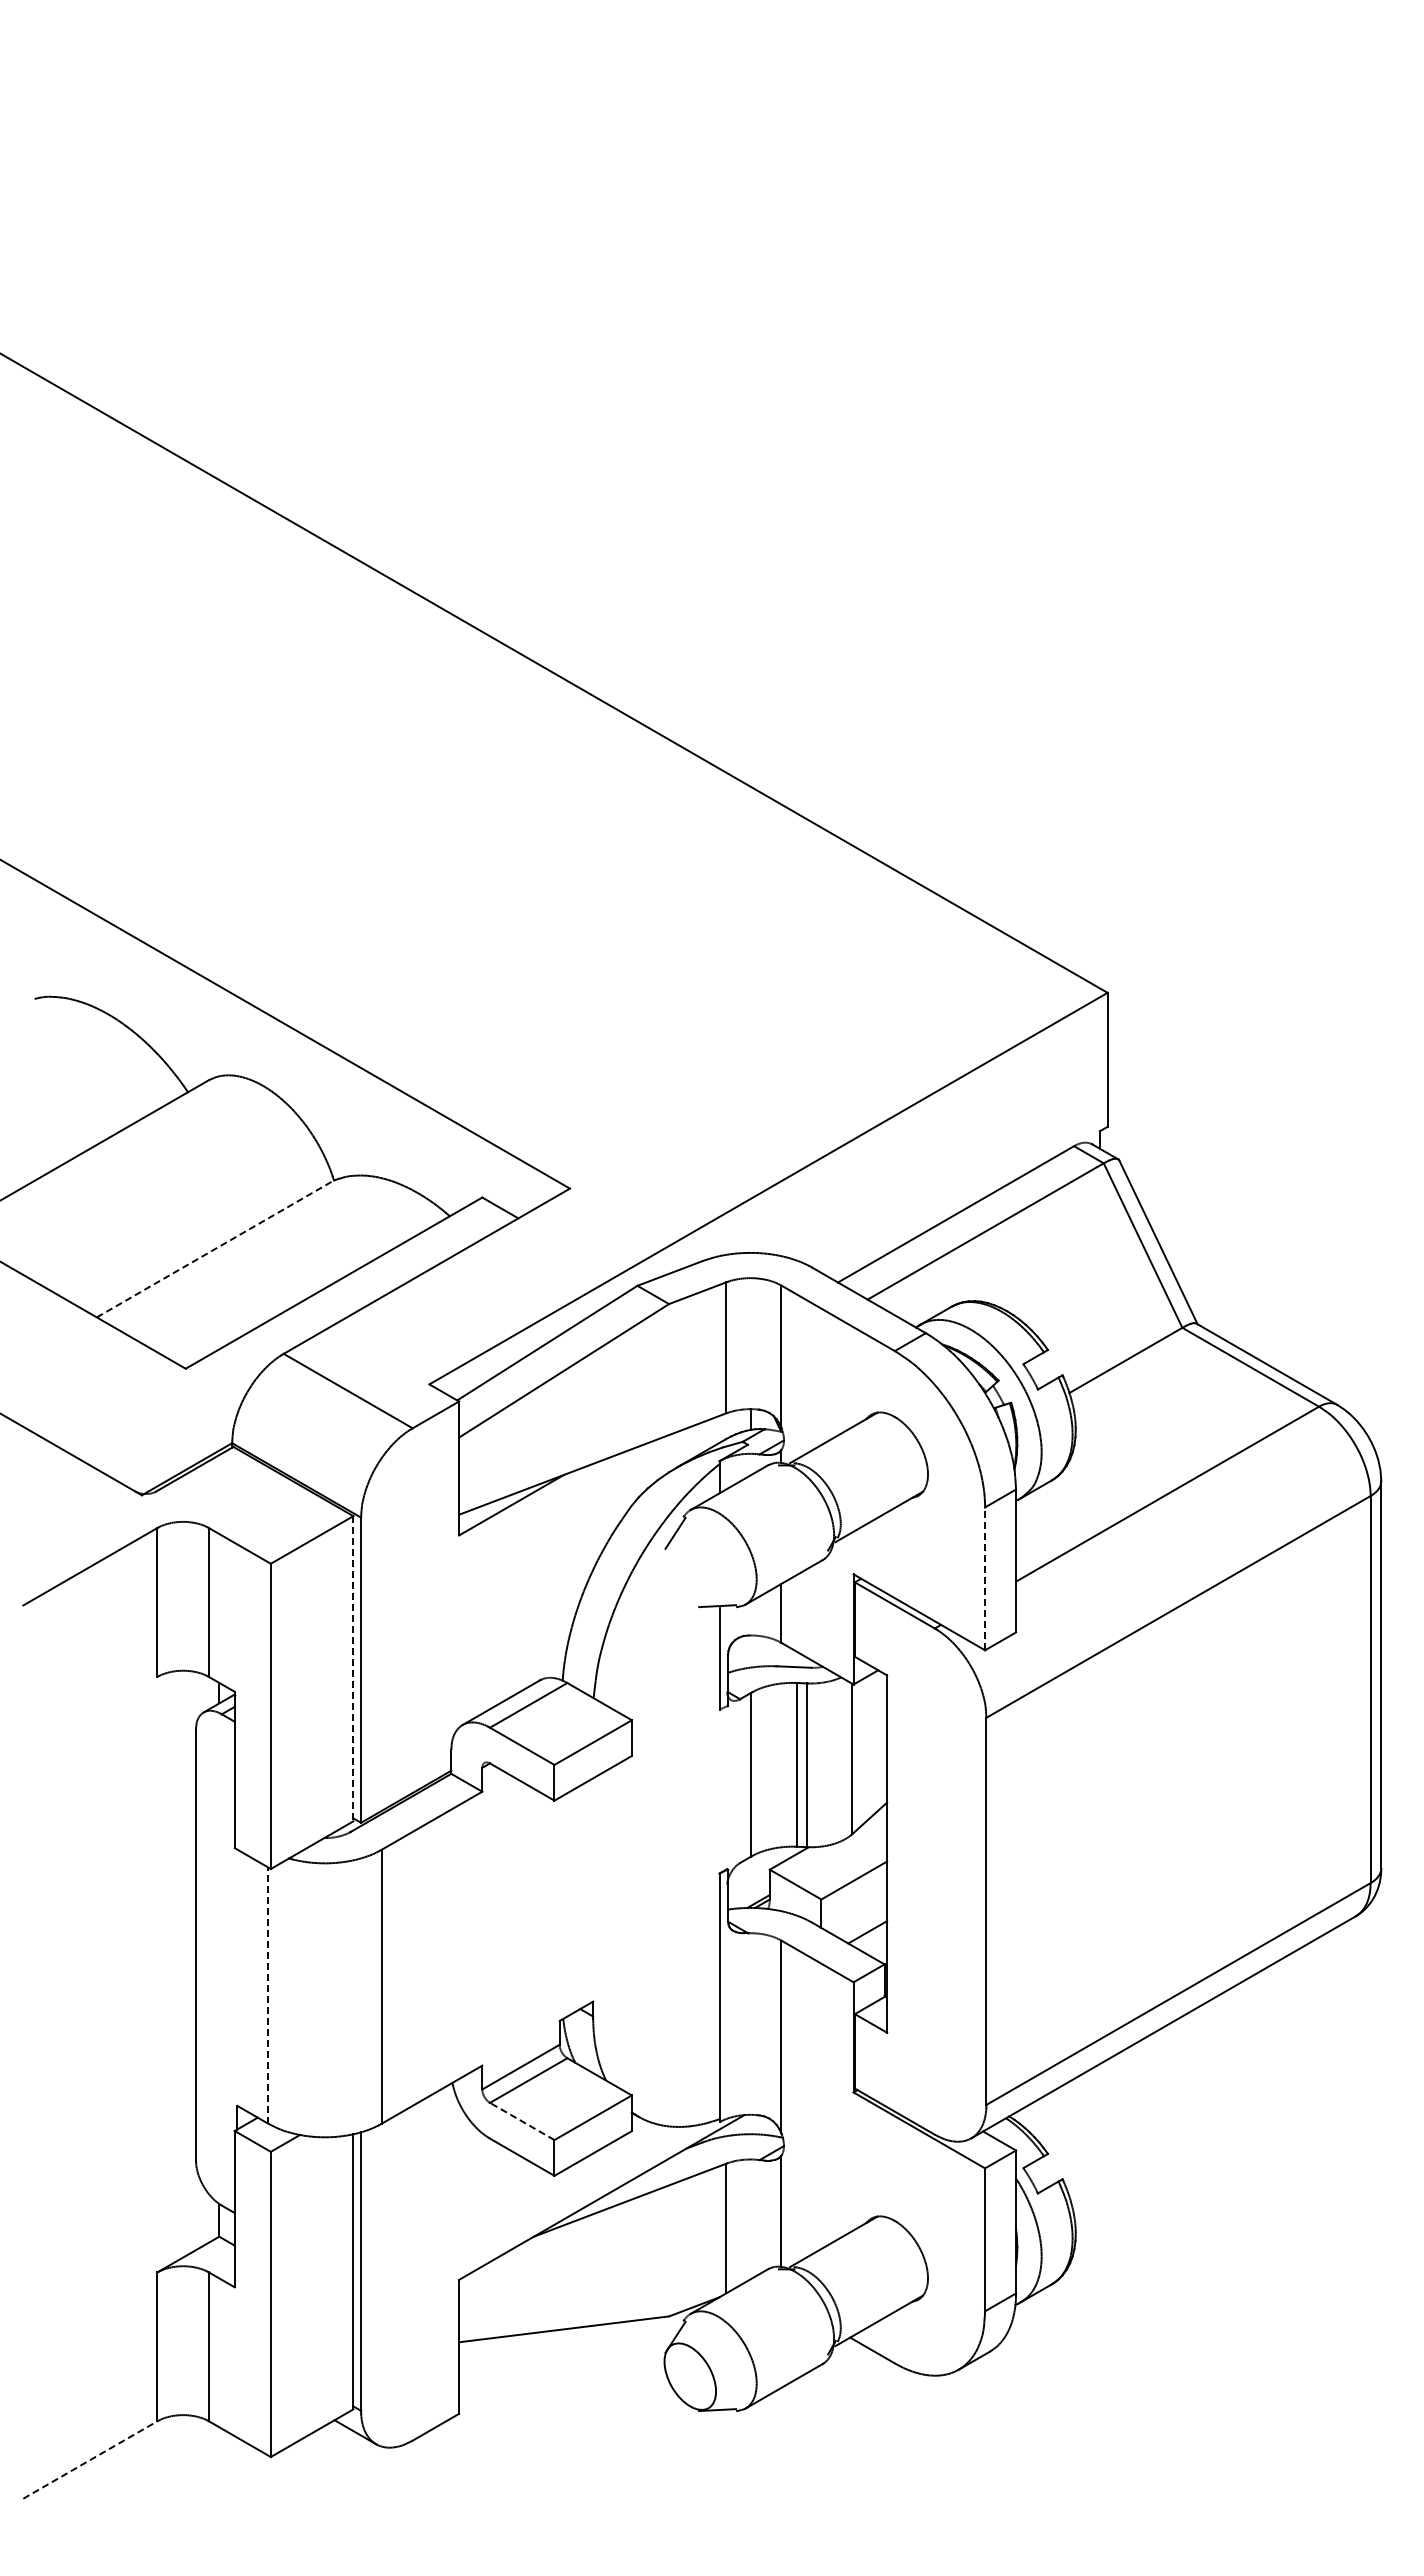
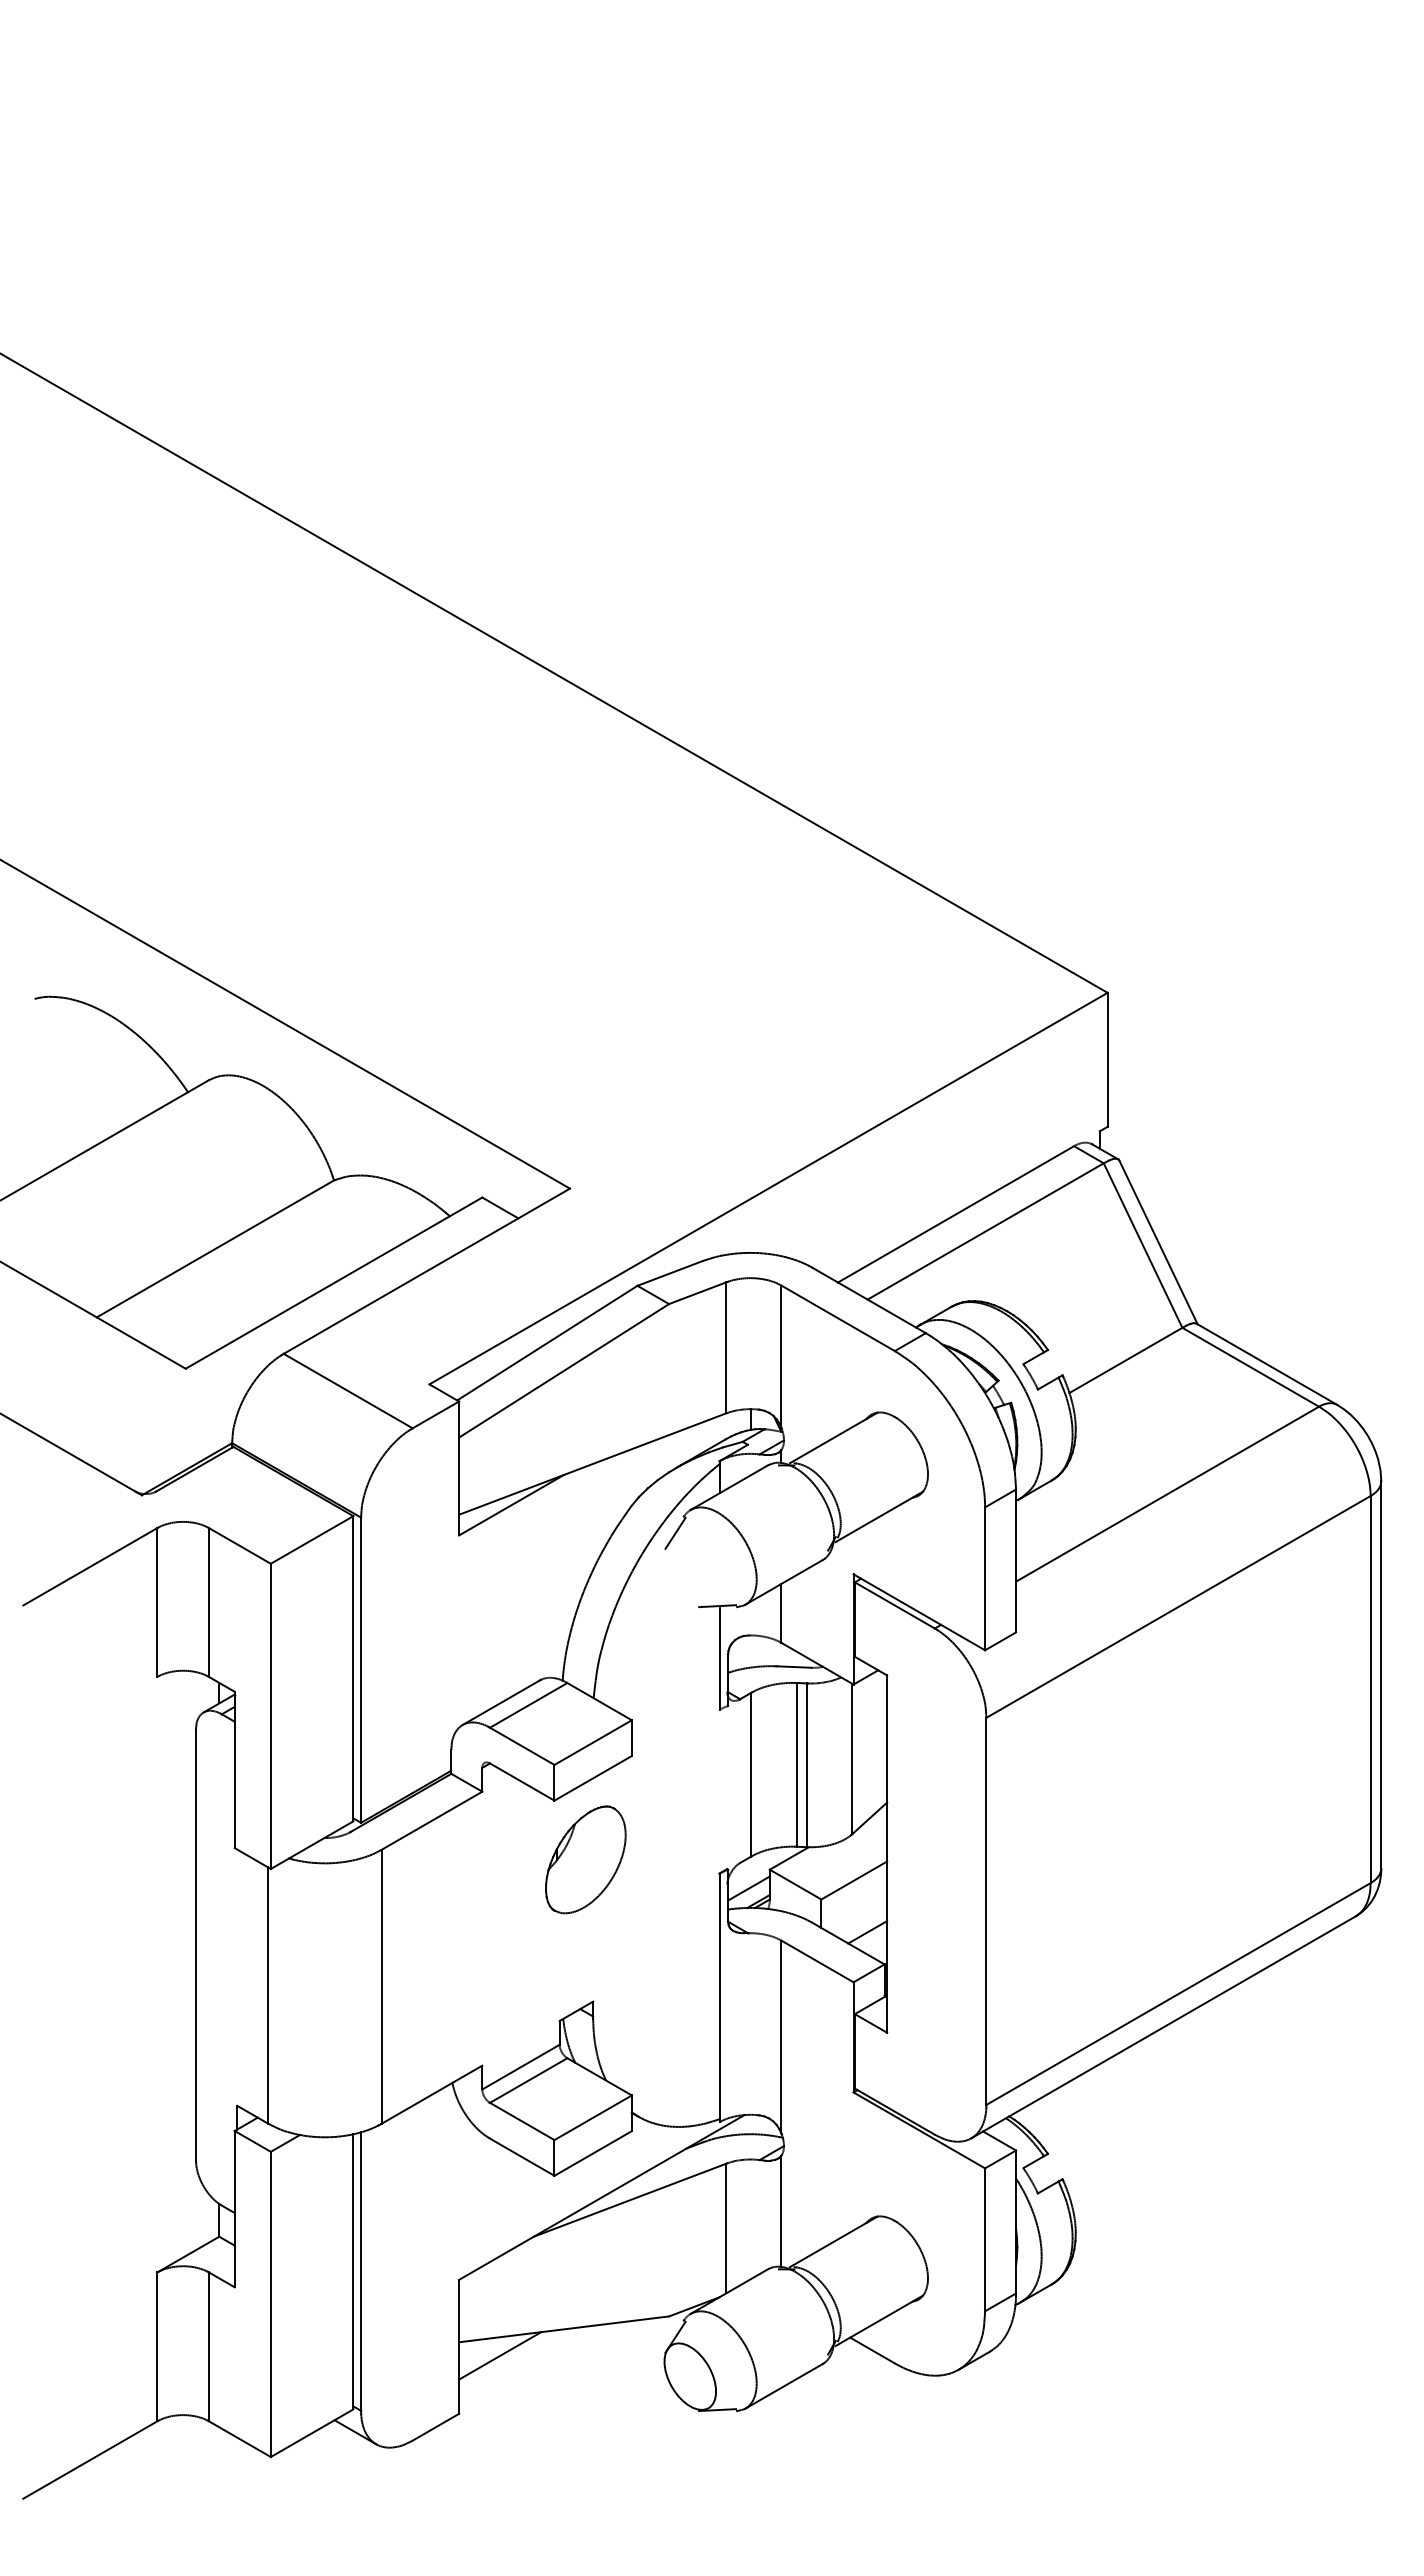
line at (215, 1248): dashed -> solid
line at (985, 1578): dashed -> solid
line at (353, 1668): dashed -> solid
part at (585, 1859): none -> present
line at (748, 1888): none -> present
line at (268, 1995): dashed -> solid
line at (521, 2121): dashed -> solid
line at (500, 2355): none -> present
line at (90, 2459): dashed -> solid
